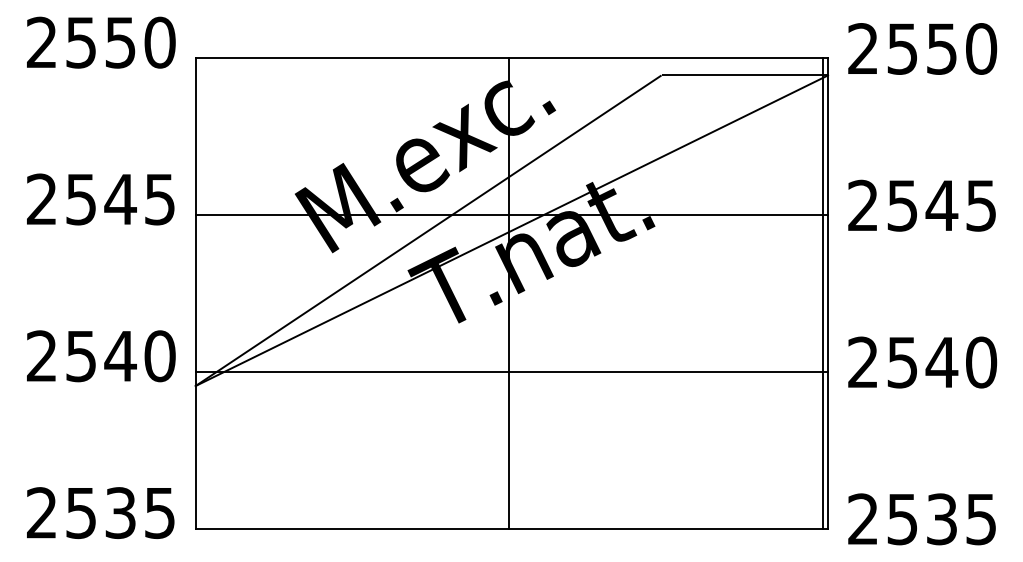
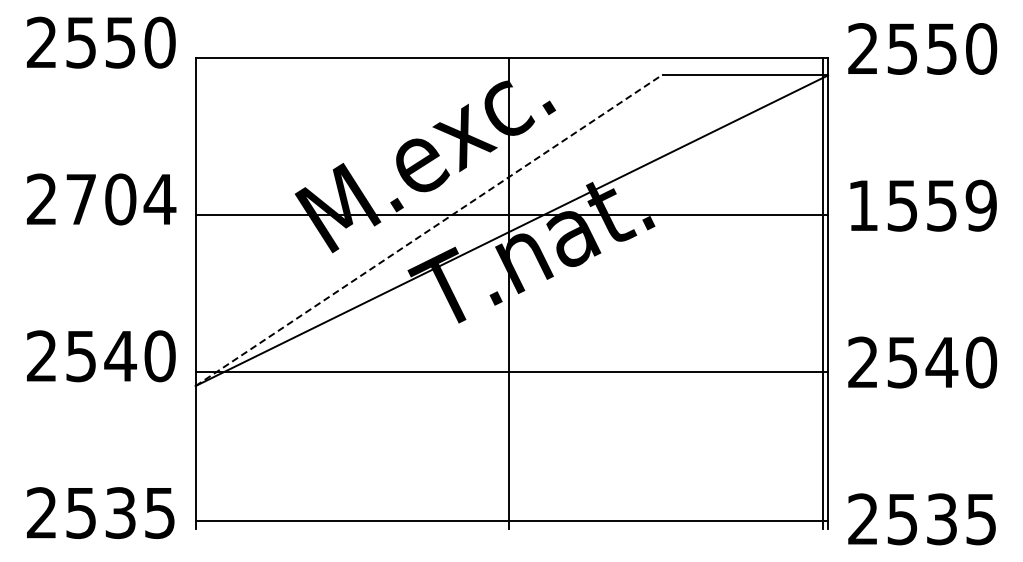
text at (121, 199): 2545 -> 2704
text at (922, 205): 2545 -> 1559
line at (428, 230): solid -> dashed
line at (511, 528) position: (511, 528) -> (511, 520)
